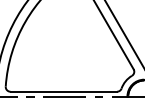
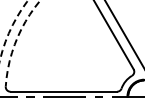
arc at (11, 28): solid -> dashed
arc at (16, 40): solid -> dashed
